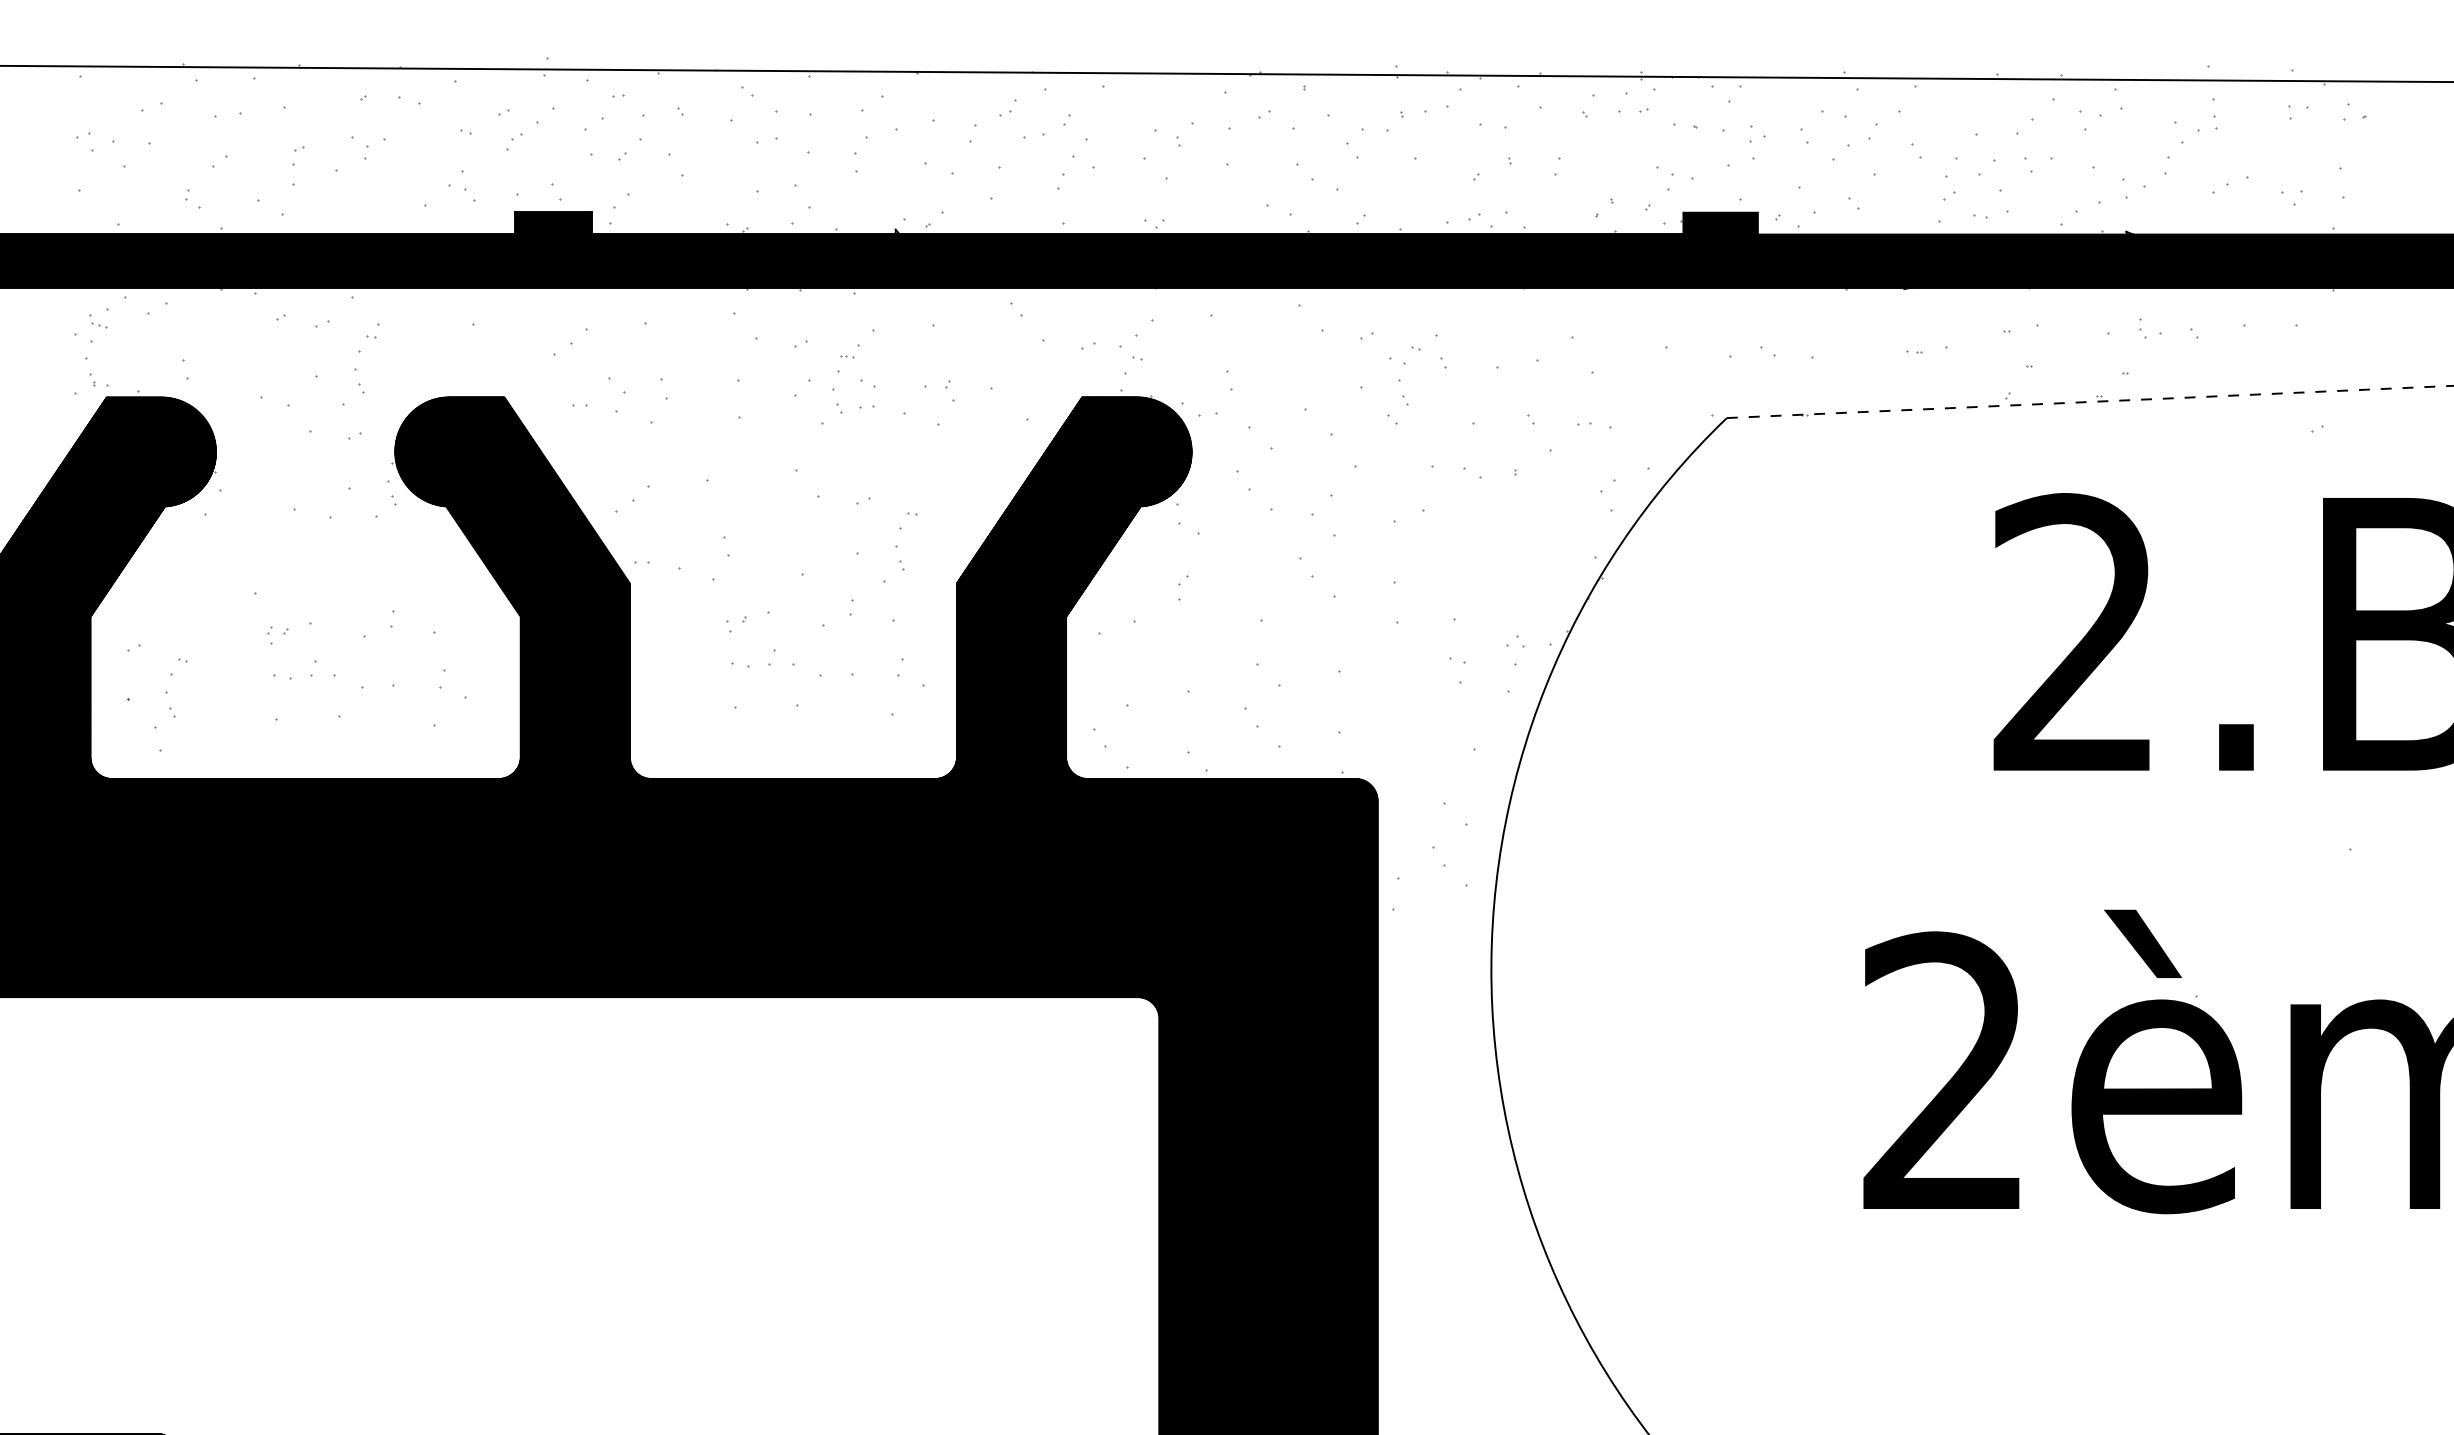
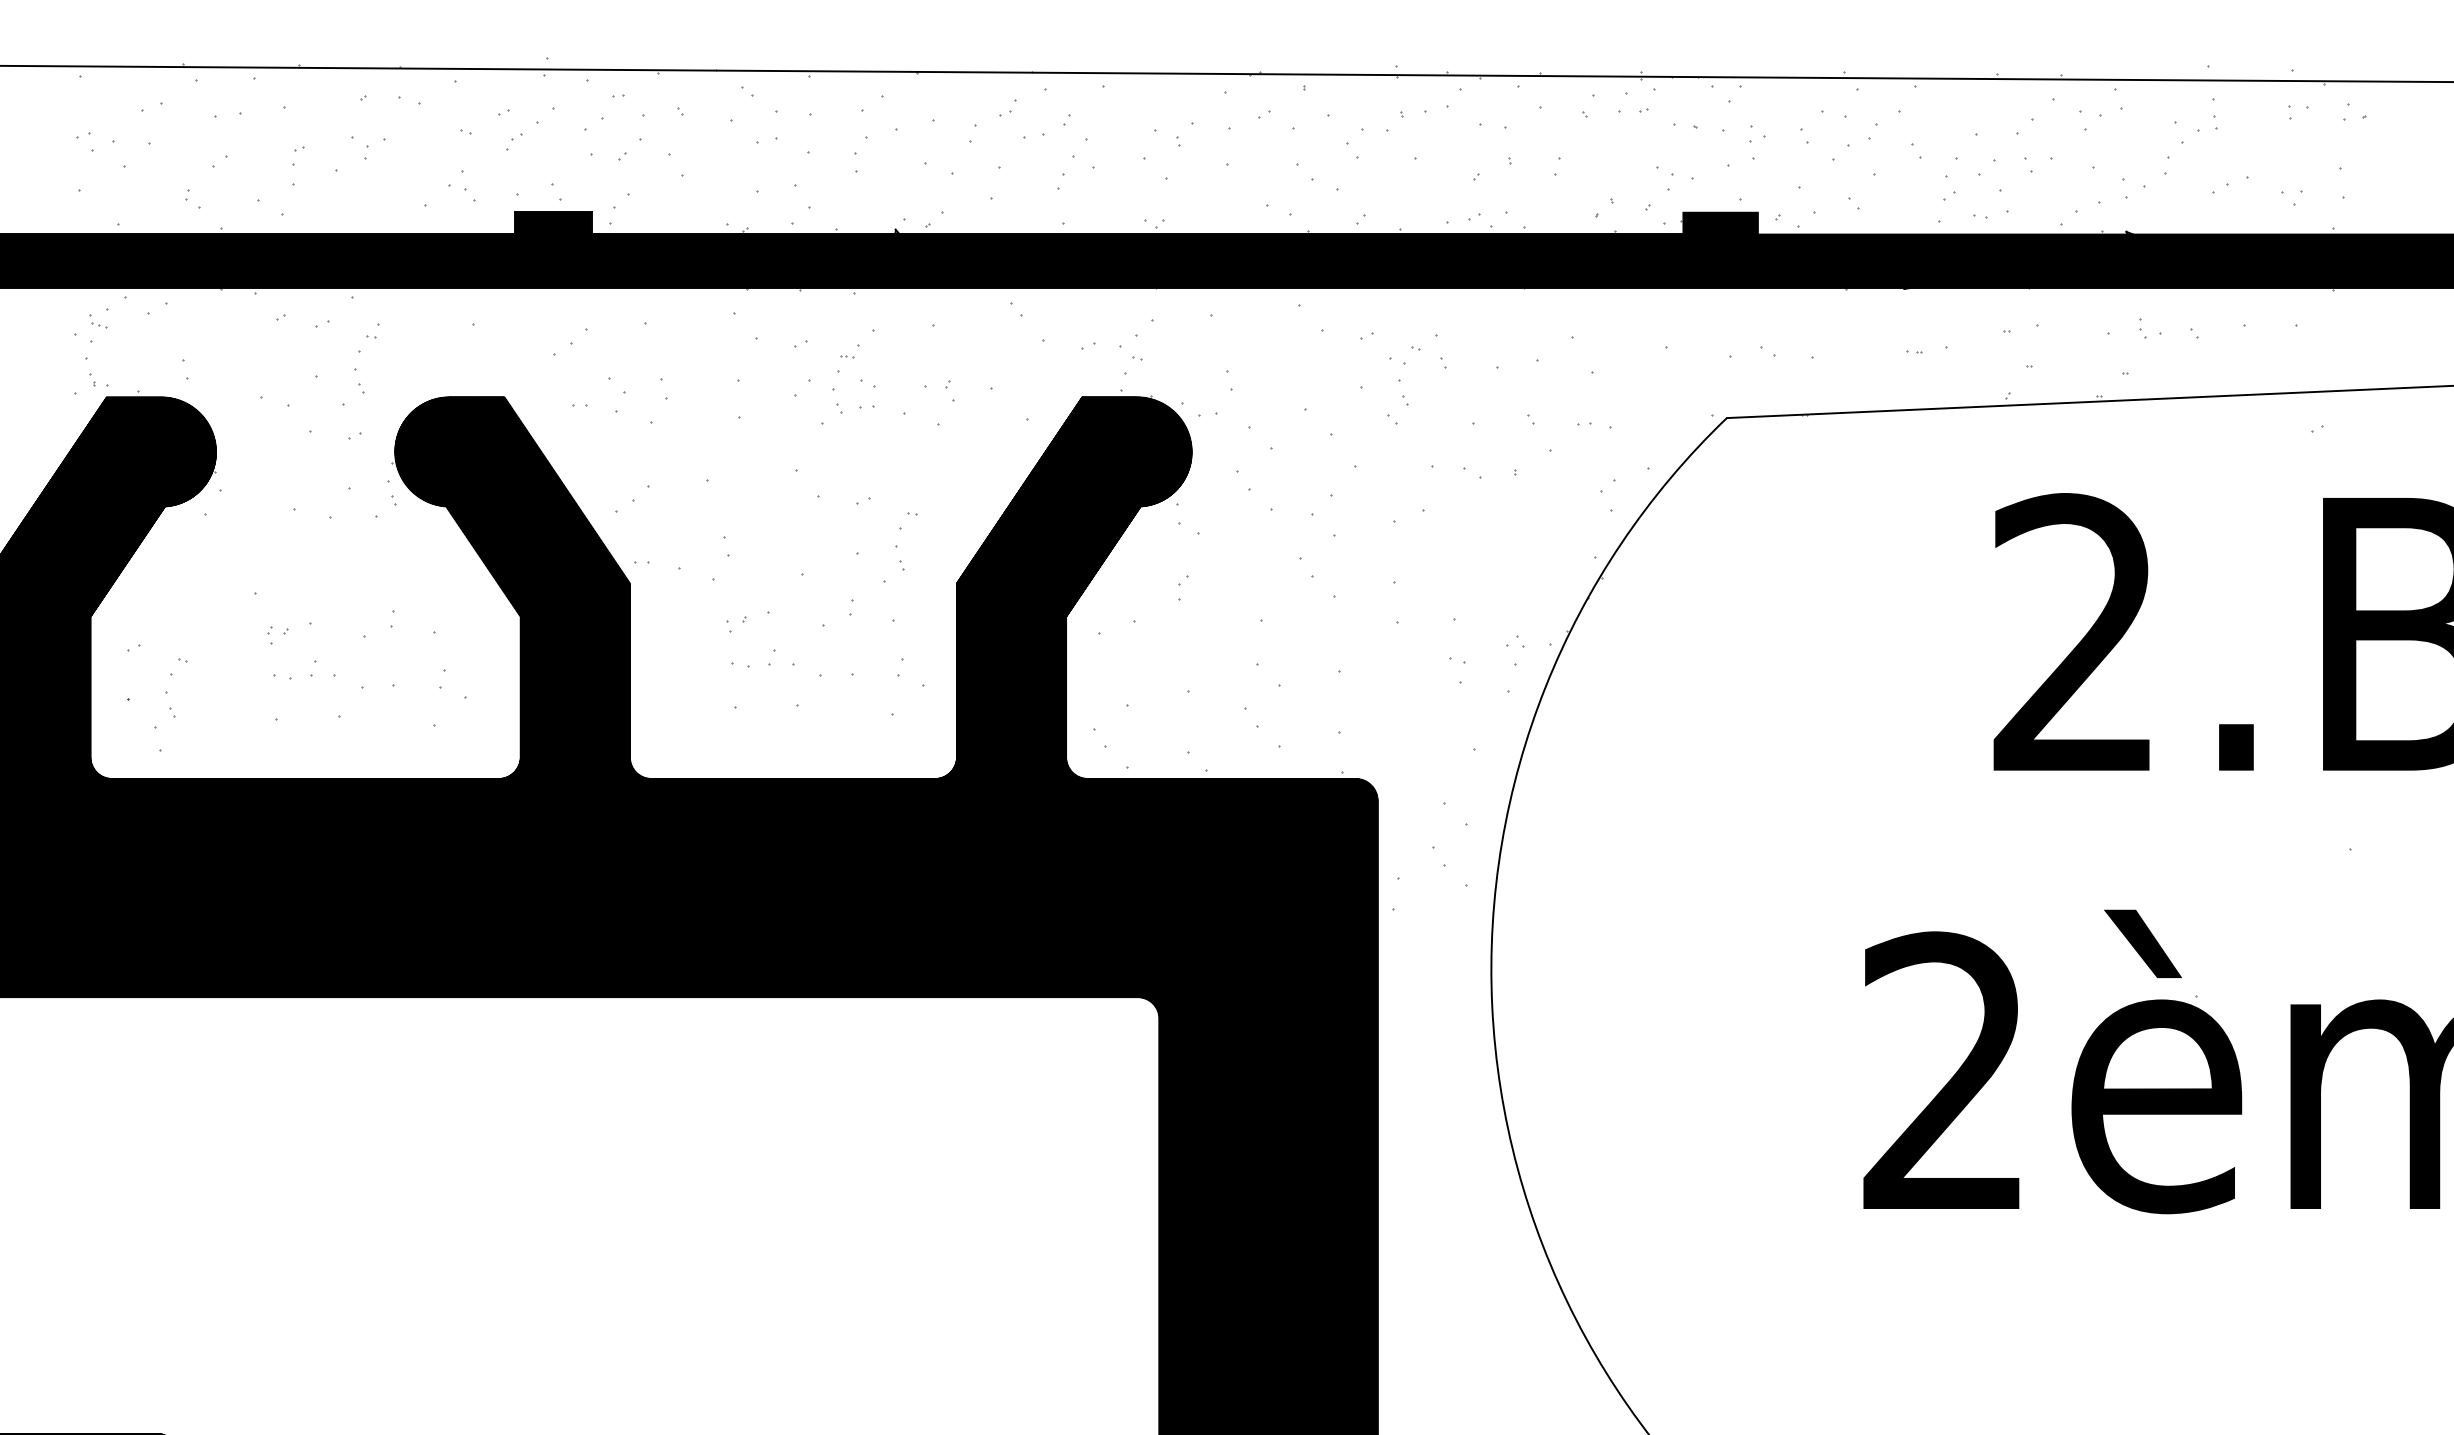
line at (2090, 401): dashed -> solid
